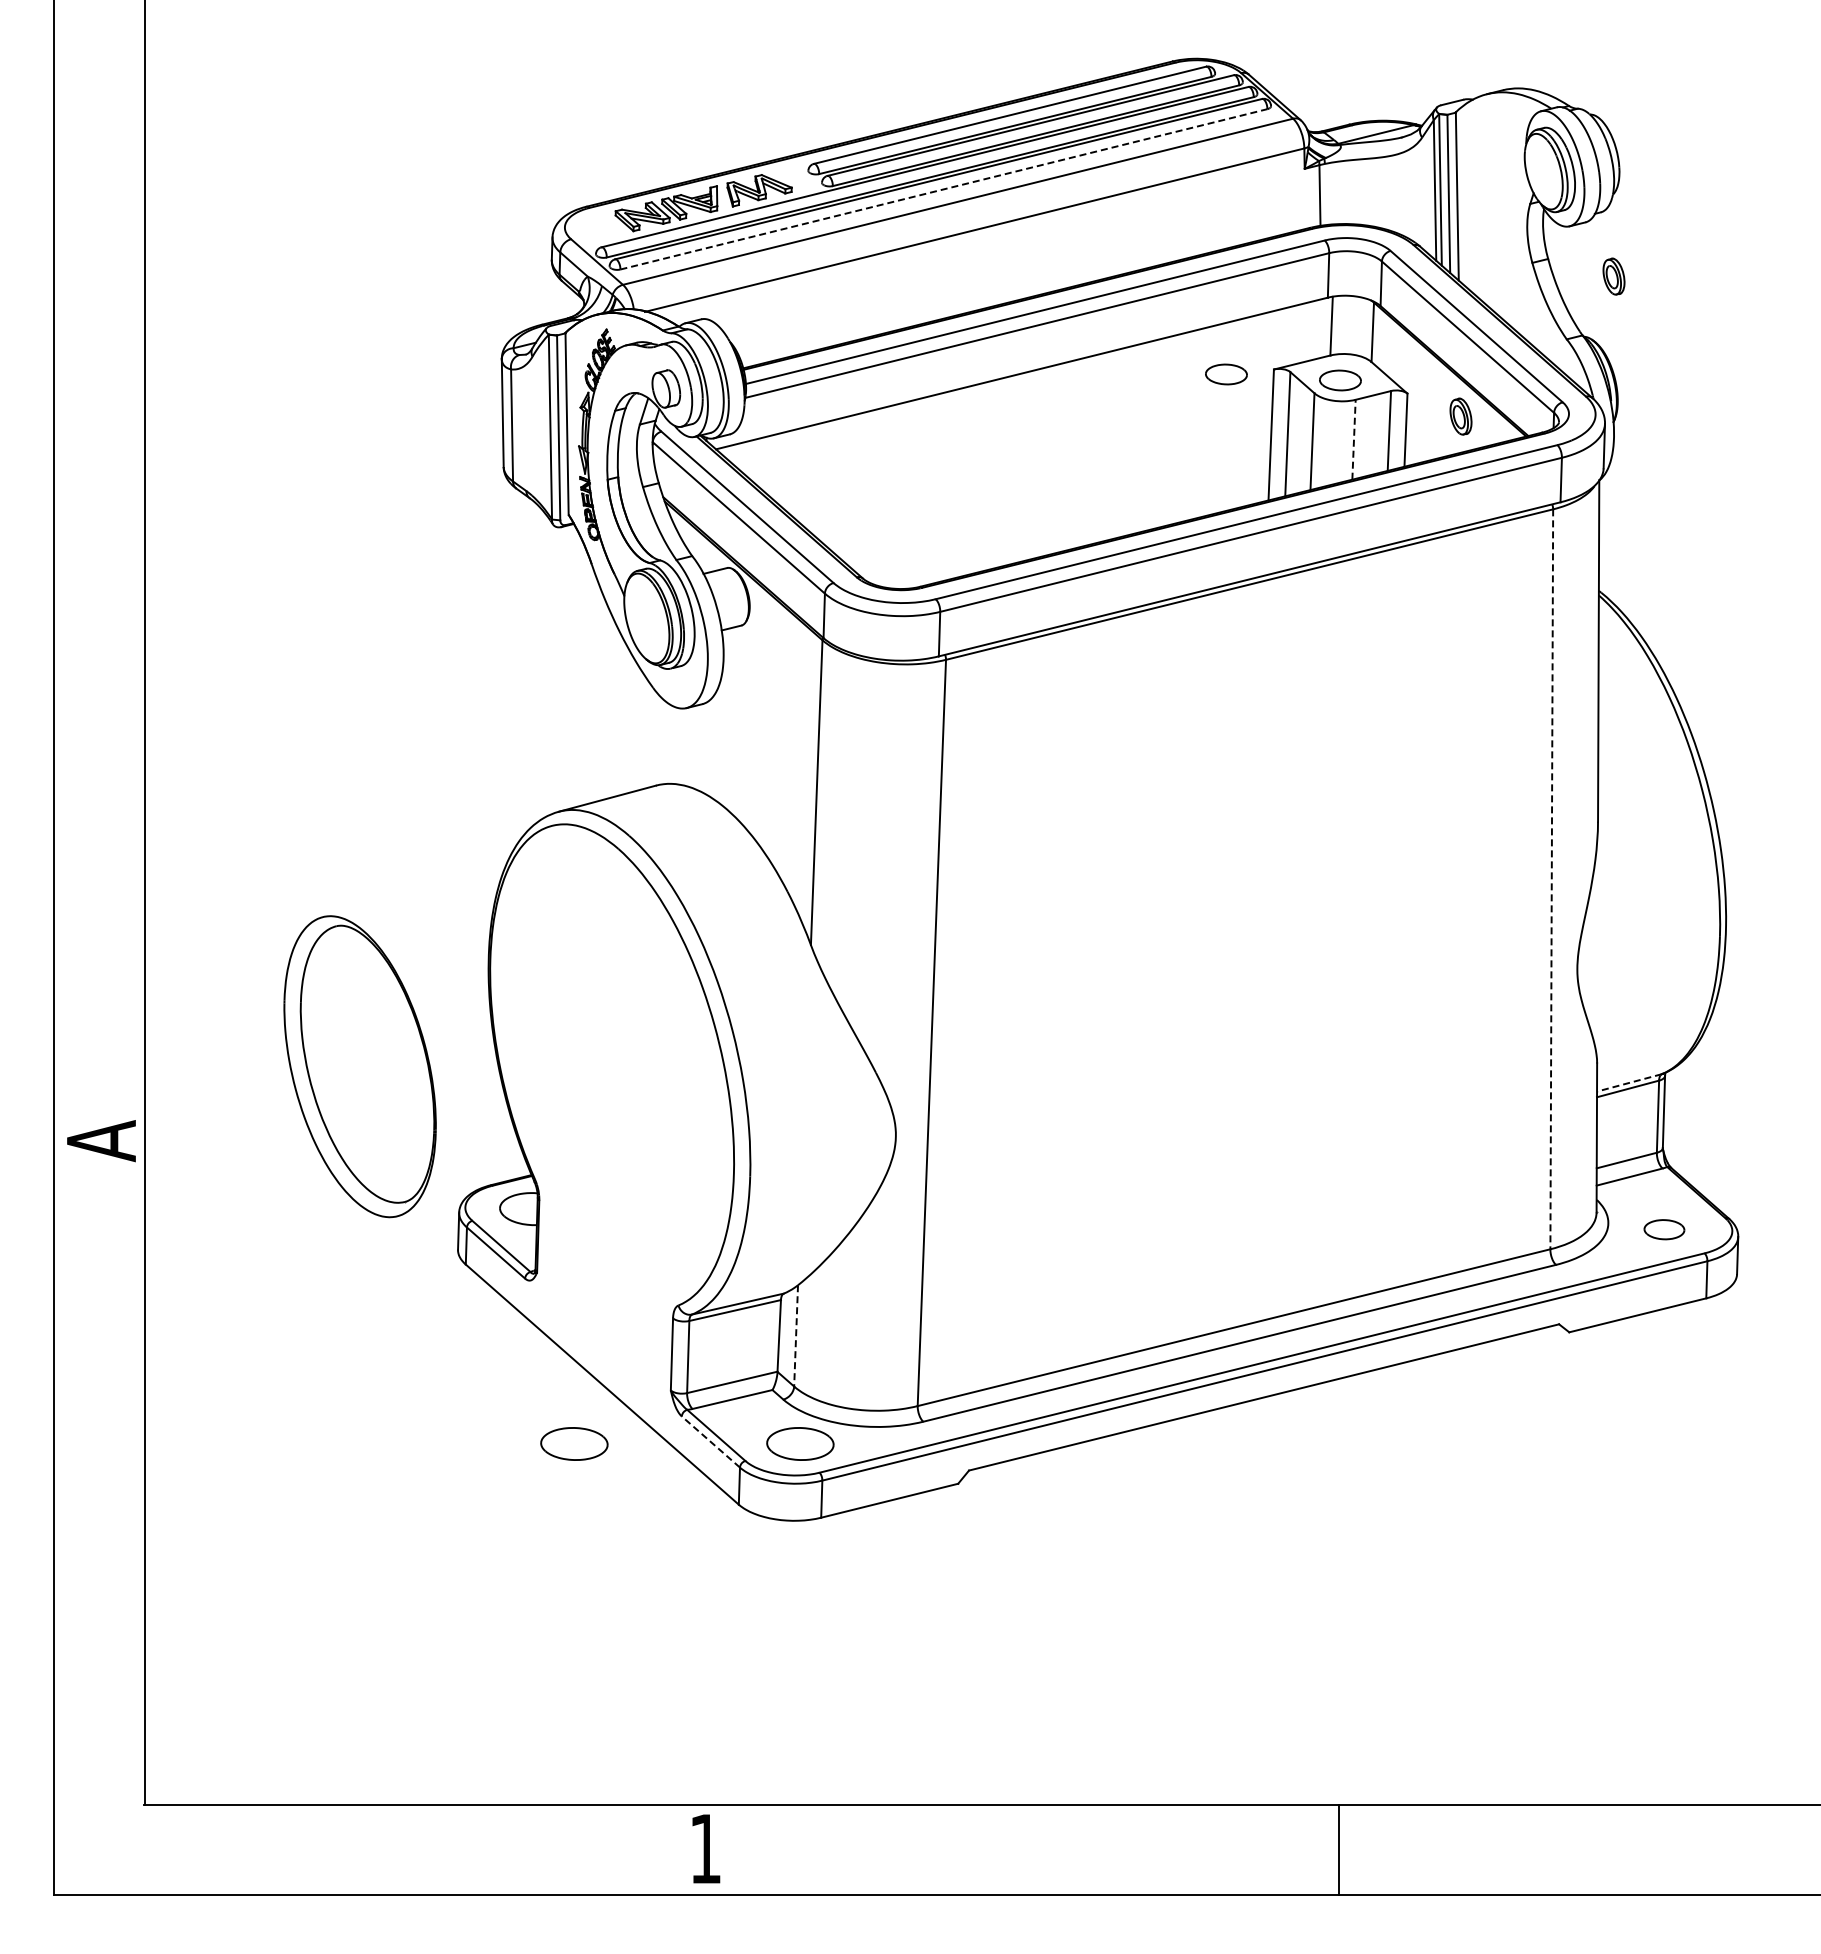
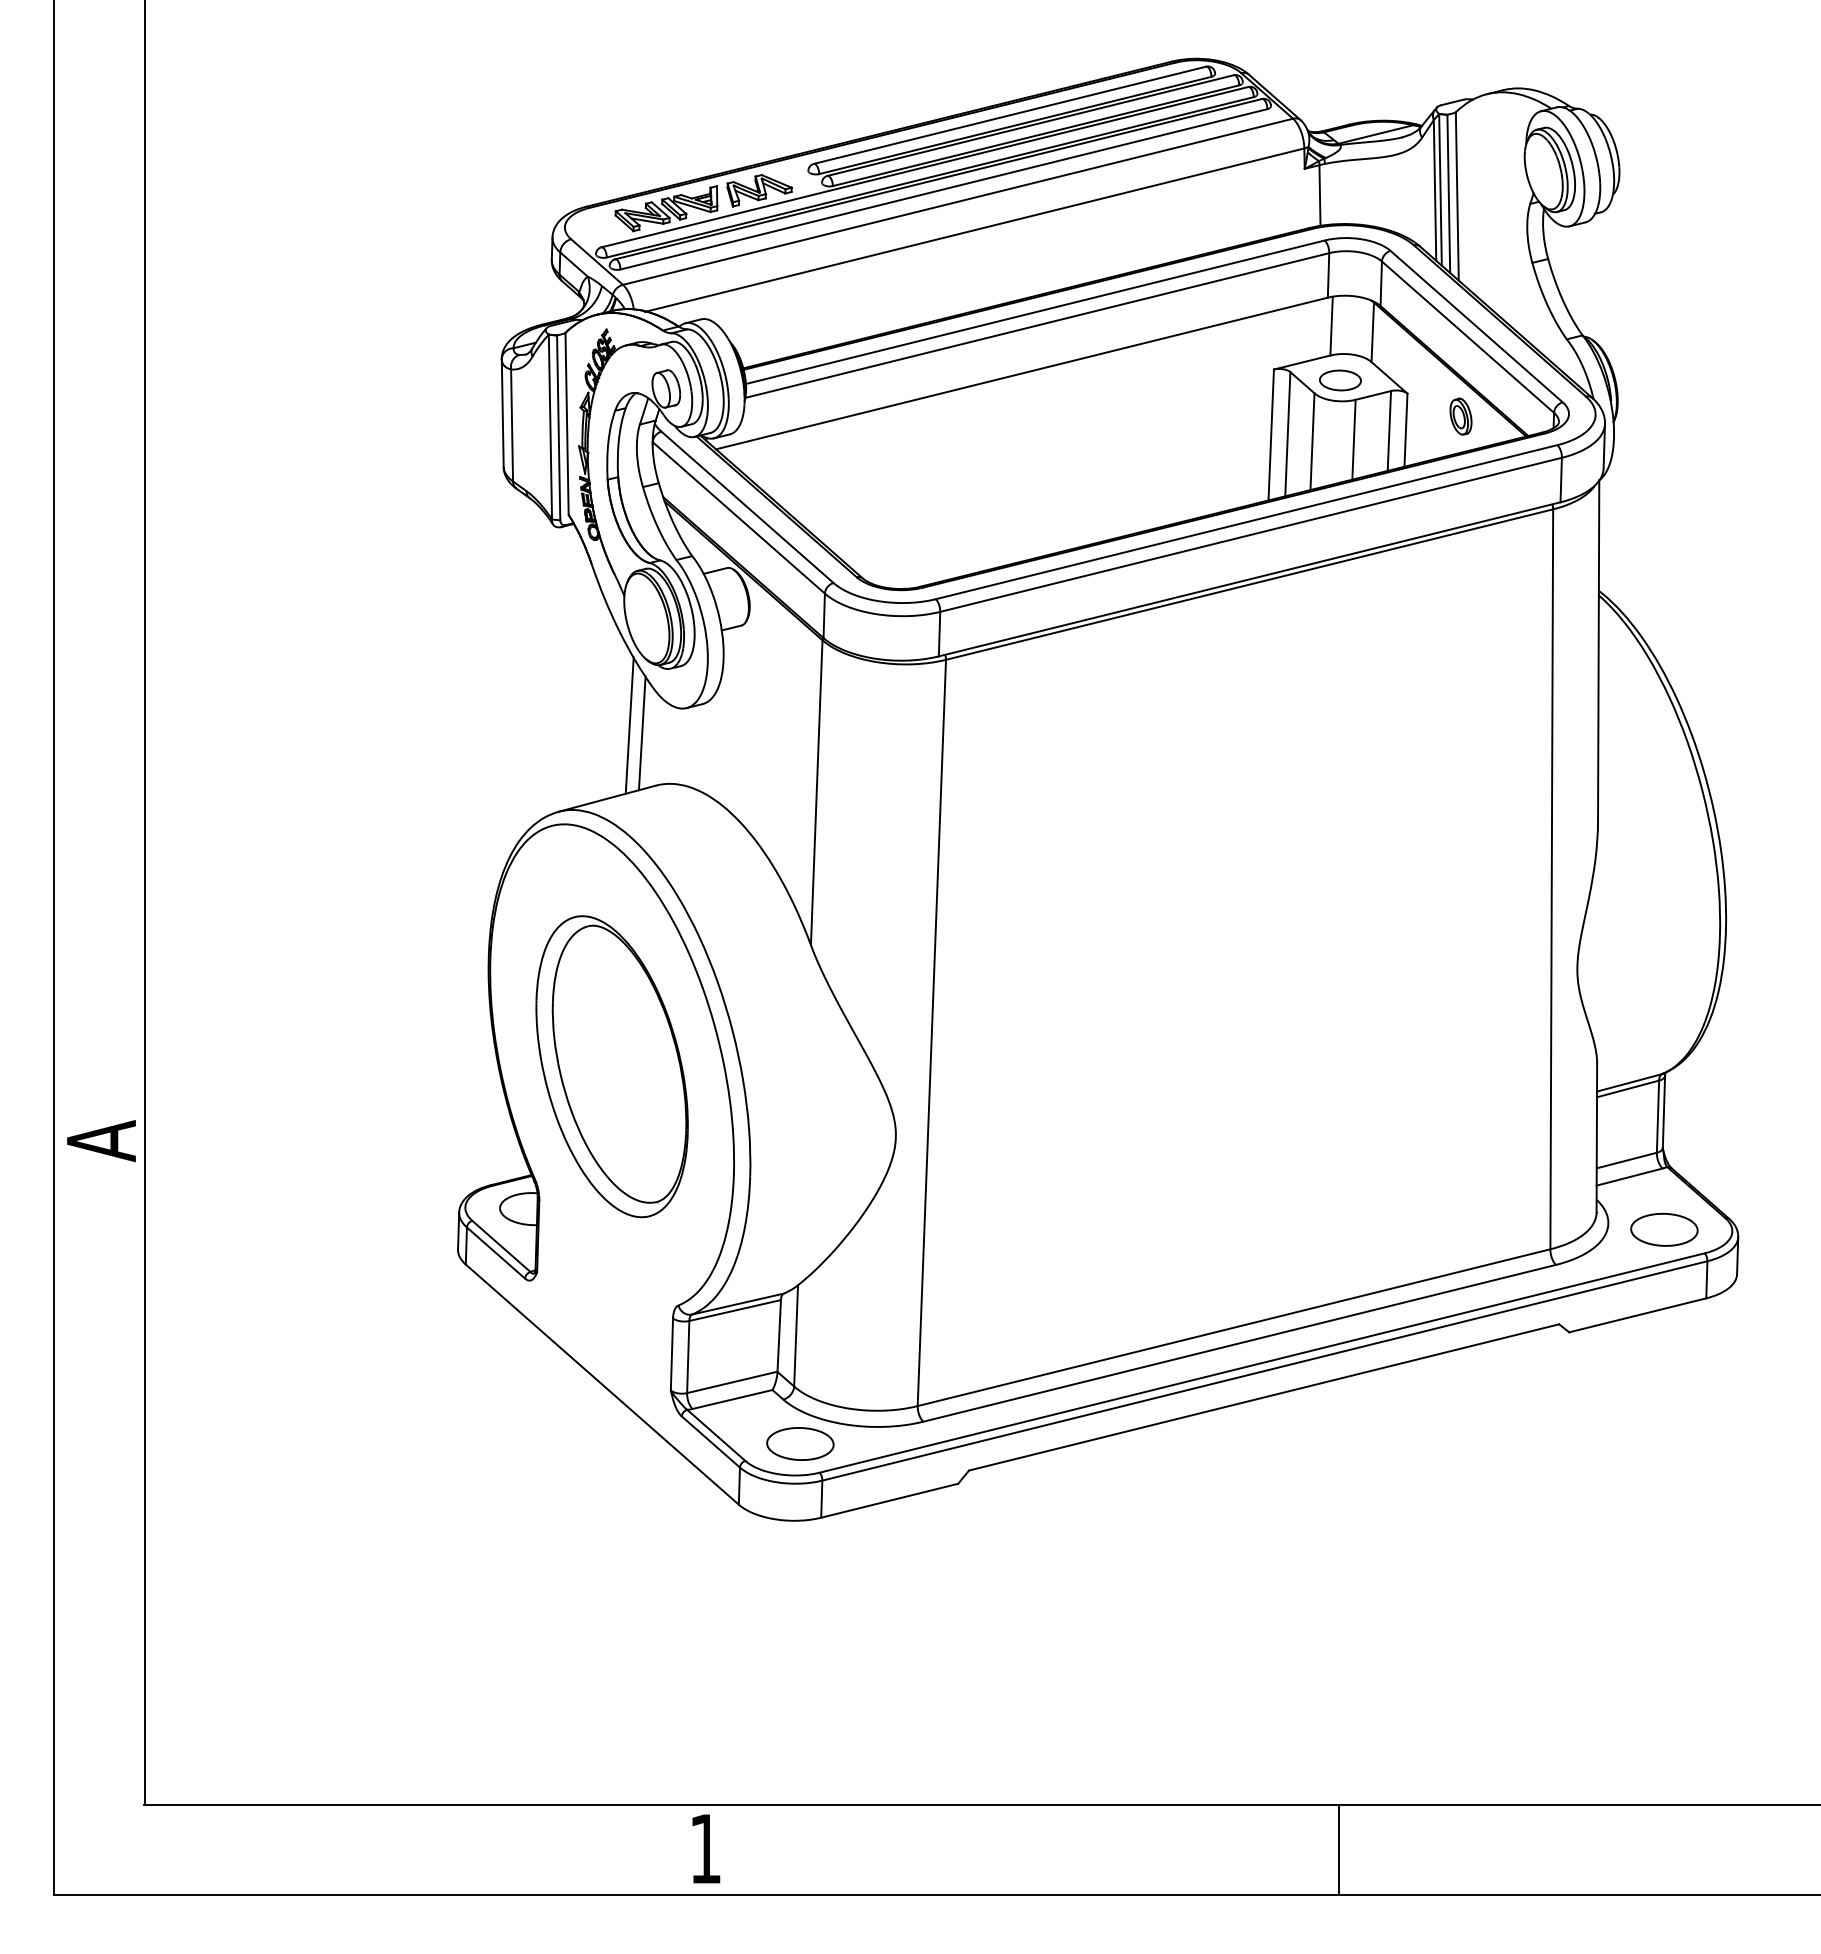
line at (944, 189): dashed -> solid
part at (1613, 276): present -> none
part at (1226, 374): present -> none
line at (1354, 439): dashed -> solid
line at (629, 725): none -> present
line at (641, 733): none -> present
line at (1551, 879): dashed -> solid
part at (359, 1066) position: (359, 1066) -> (611, 1066)
line at (1629, 1082): dashed -> solid
part at (1664, 1229) size: 43x22 px -> 69x35 px
line at (796, 1335): dashed -> solid
line at (710, 1442): dashed -> solid
part at (574, 1443): present -> none
